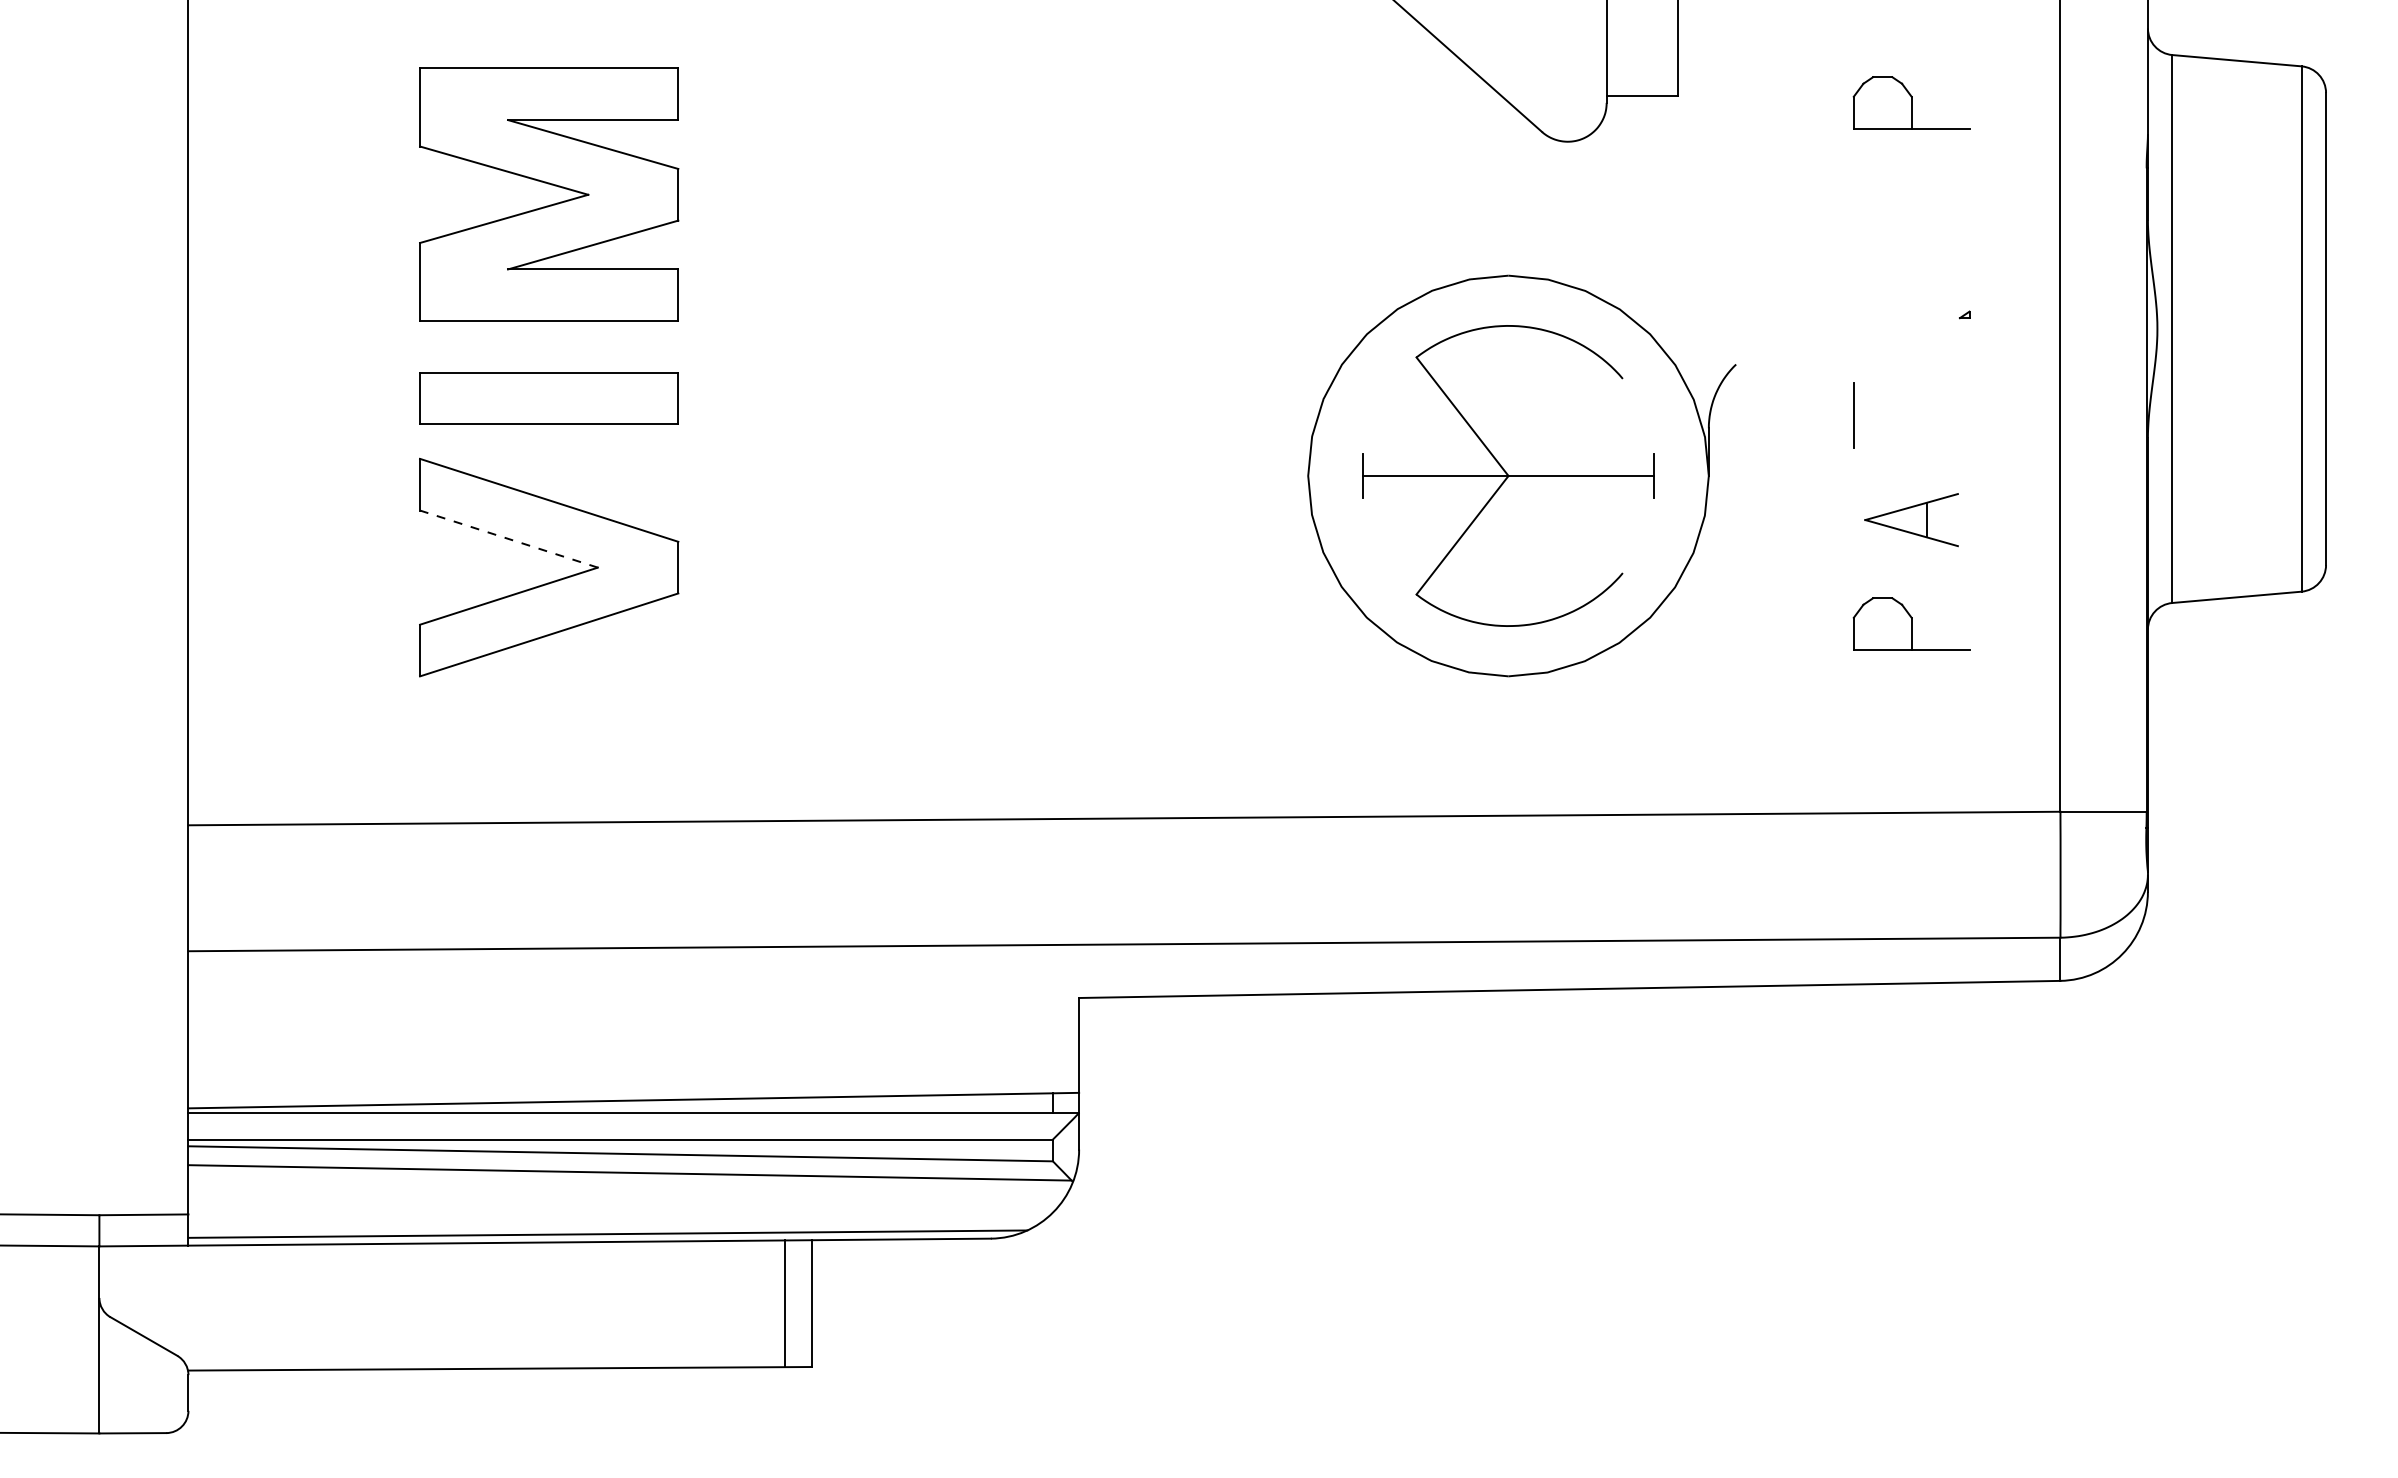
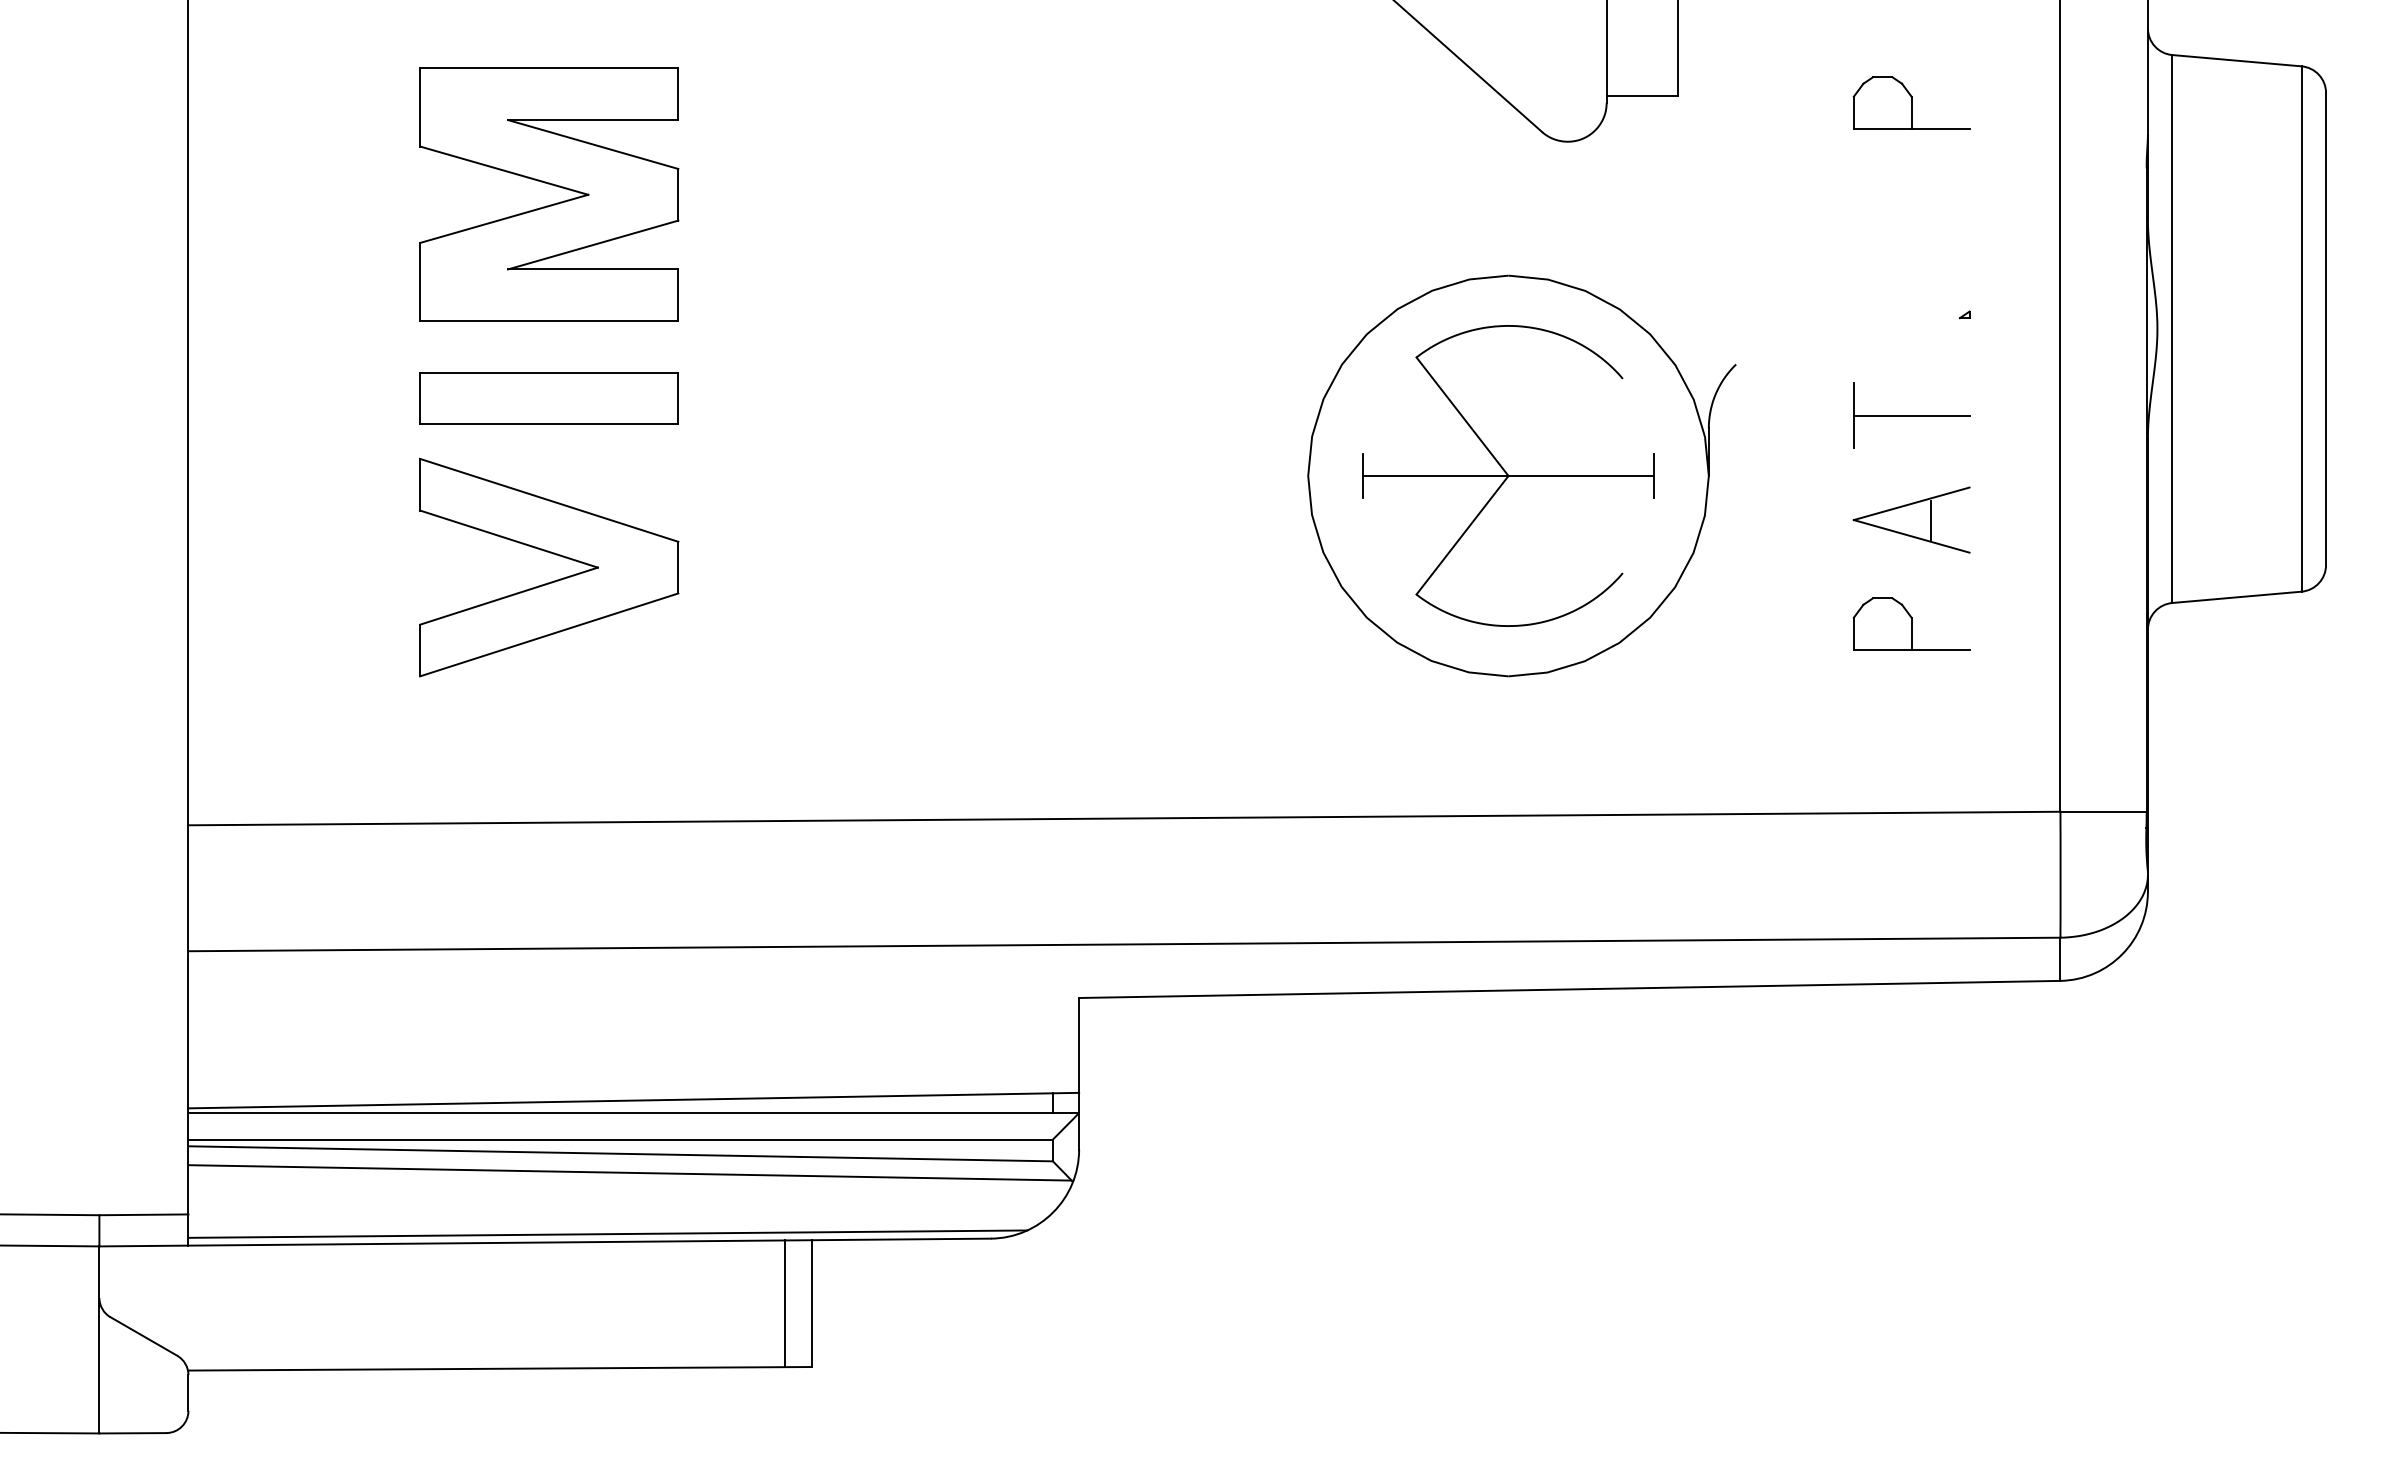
line at (1911, 415): none -> present
part at (1911, 520) size: 95x55 px -> 119x68 px
line at (508, 538): dashed -> solid
